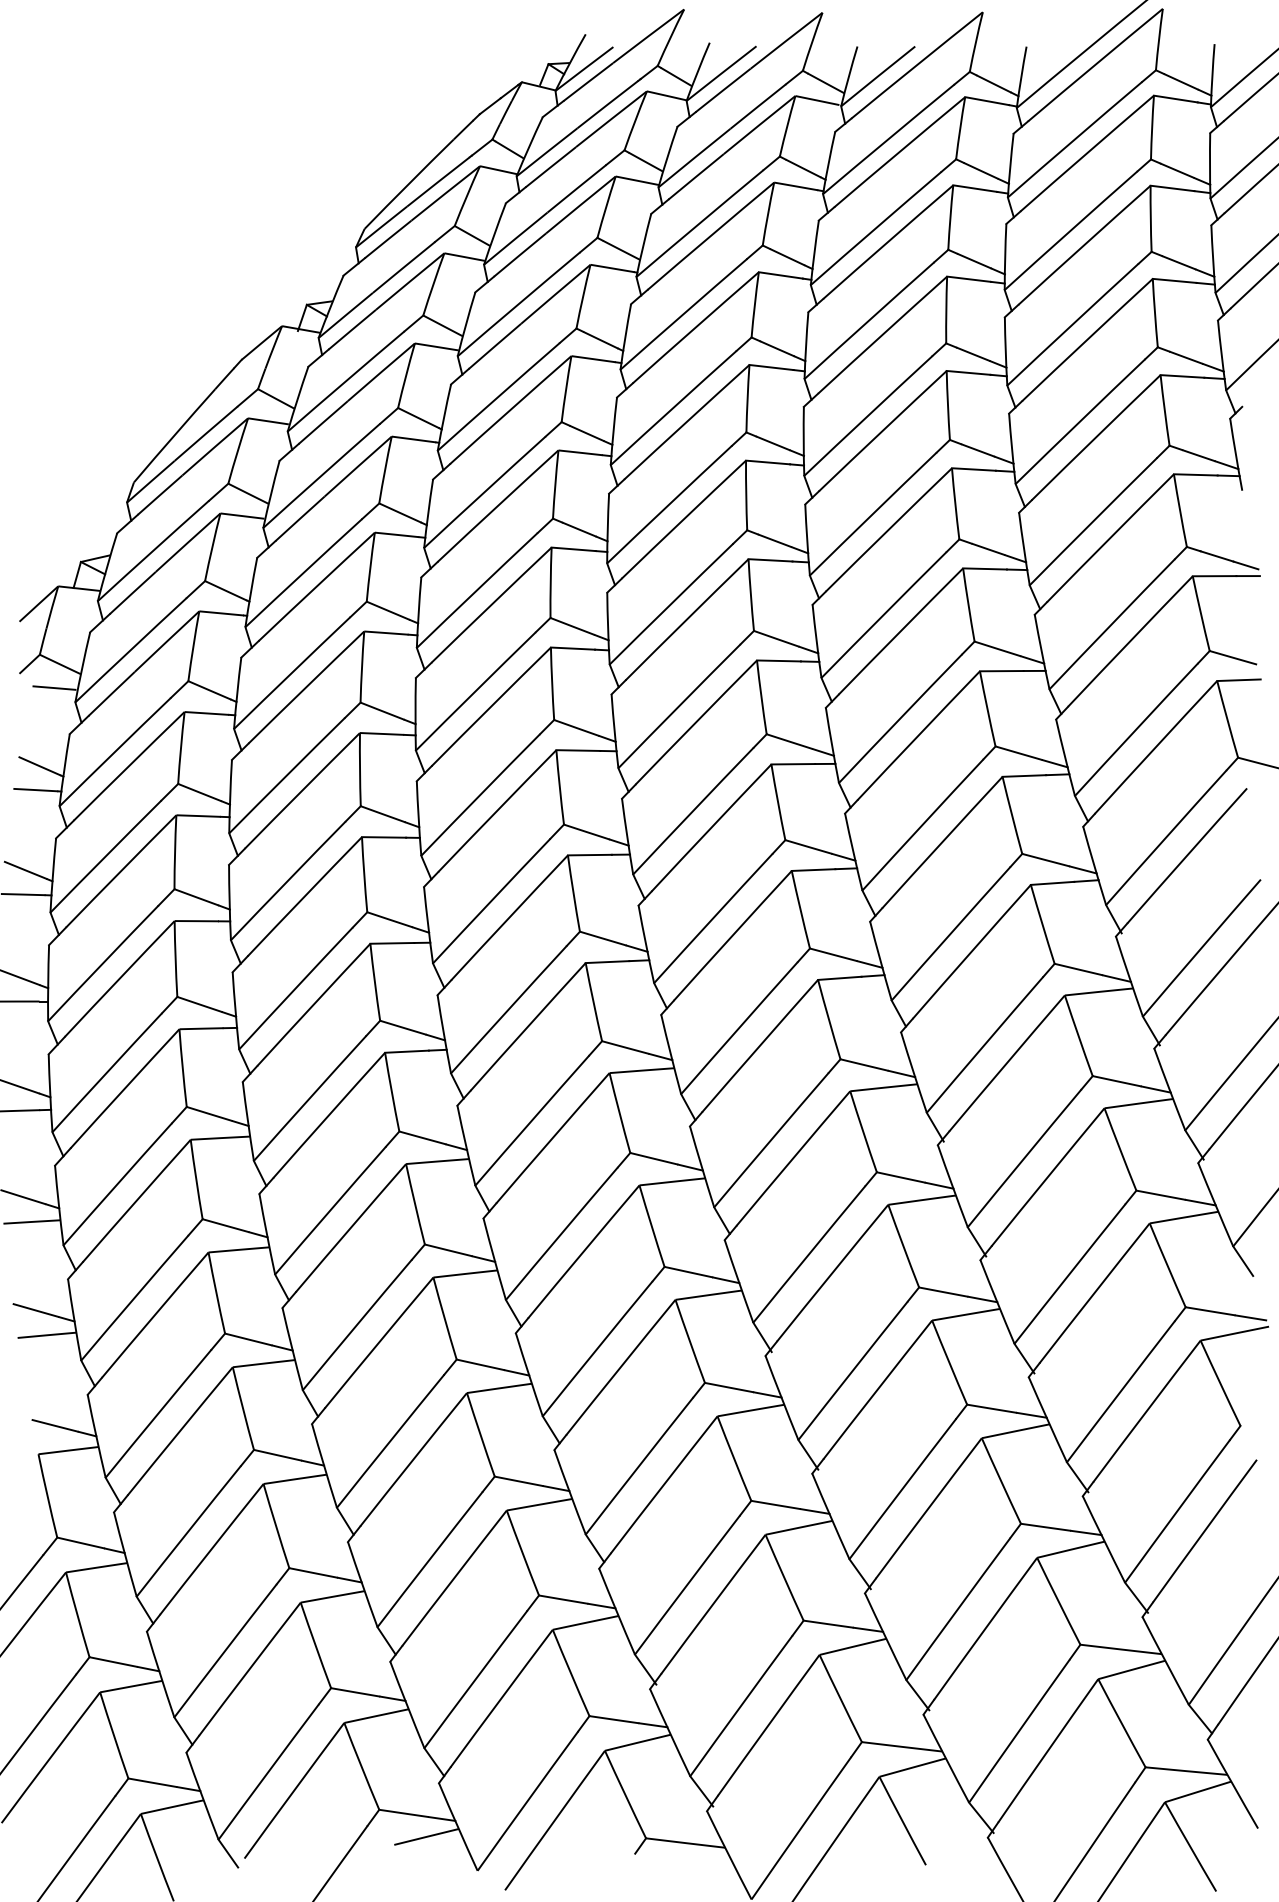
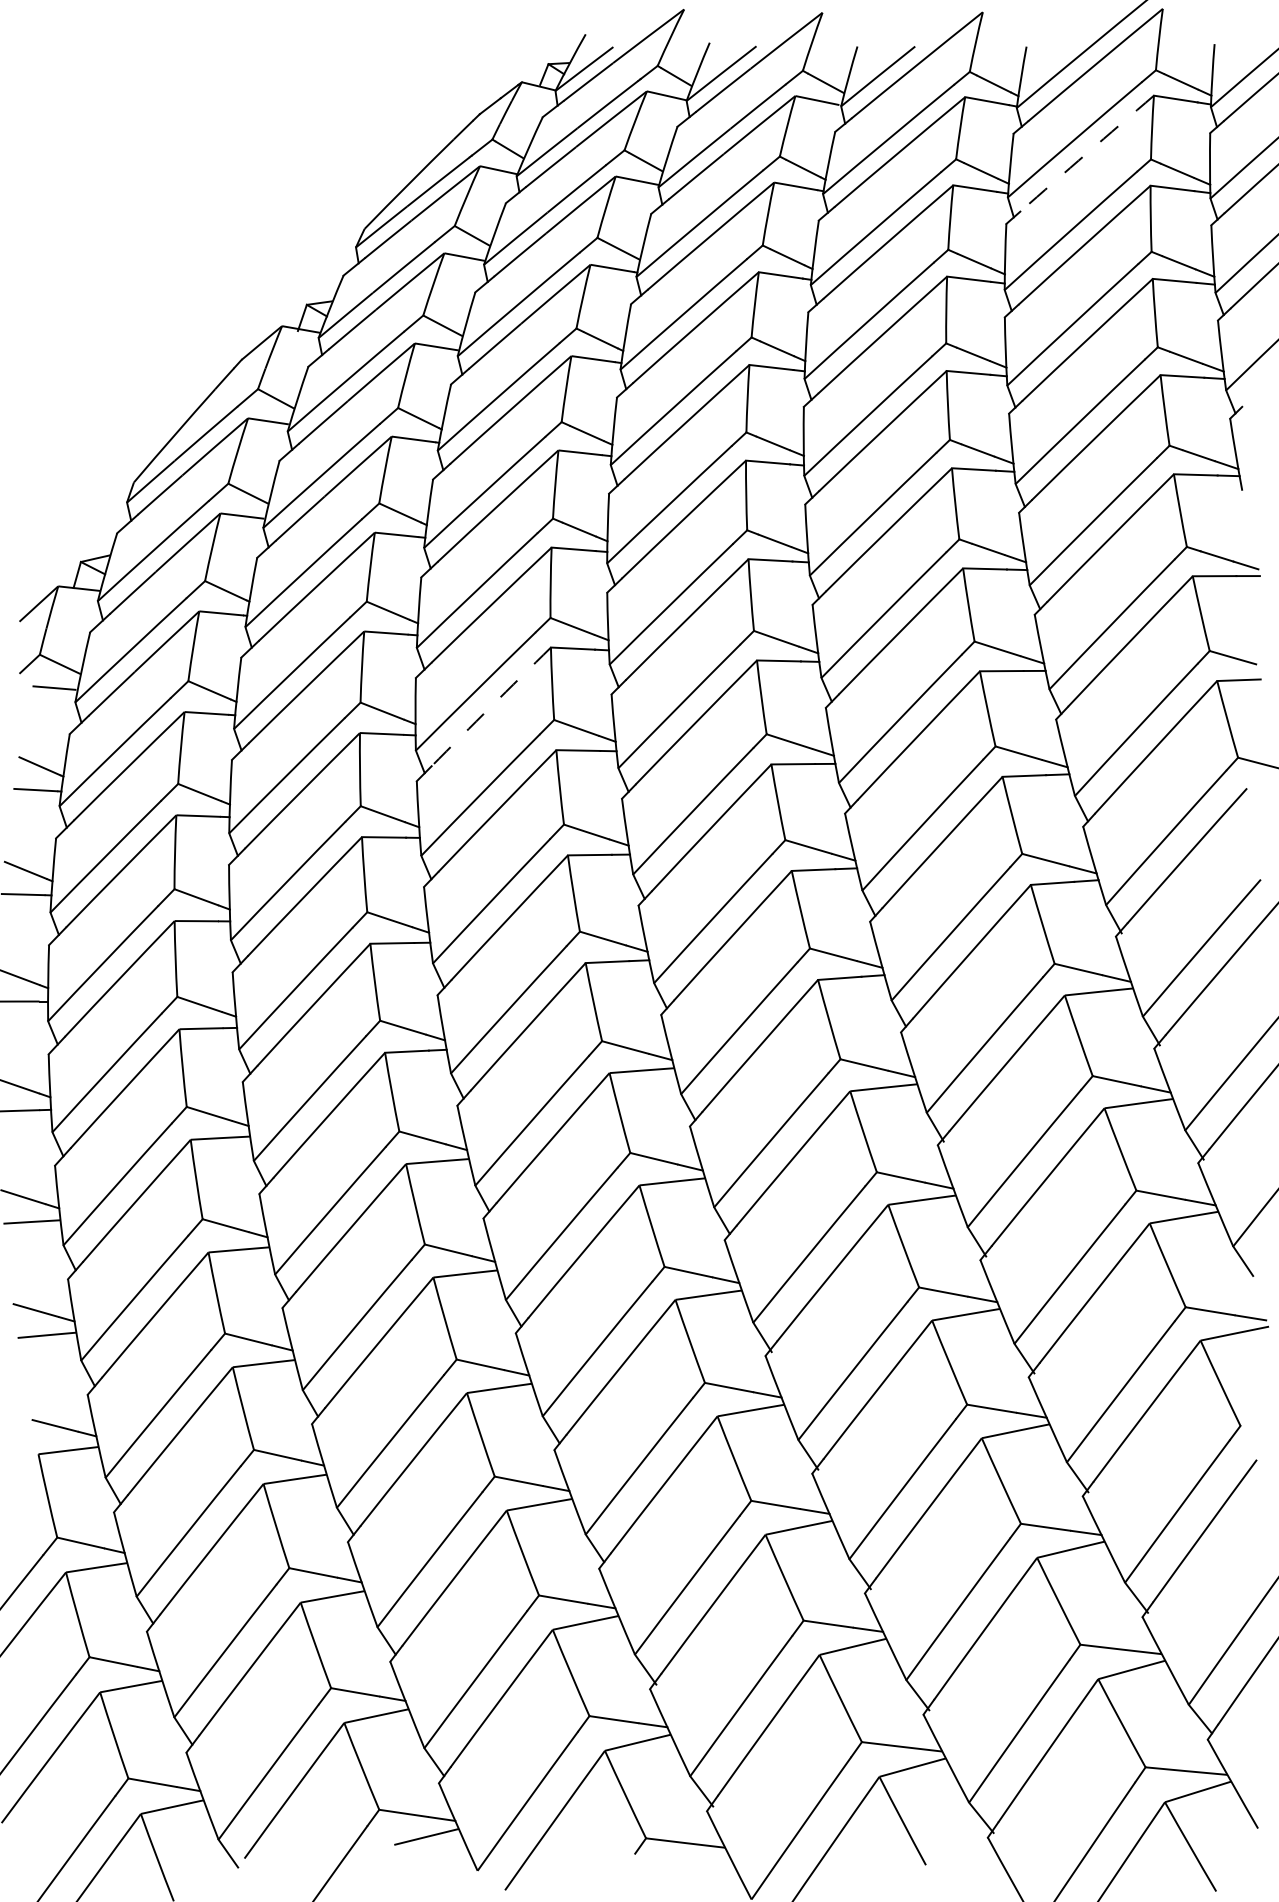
arc at (1086, 153): solid -> dashed
arc at (491, 706): solid -> dashed
